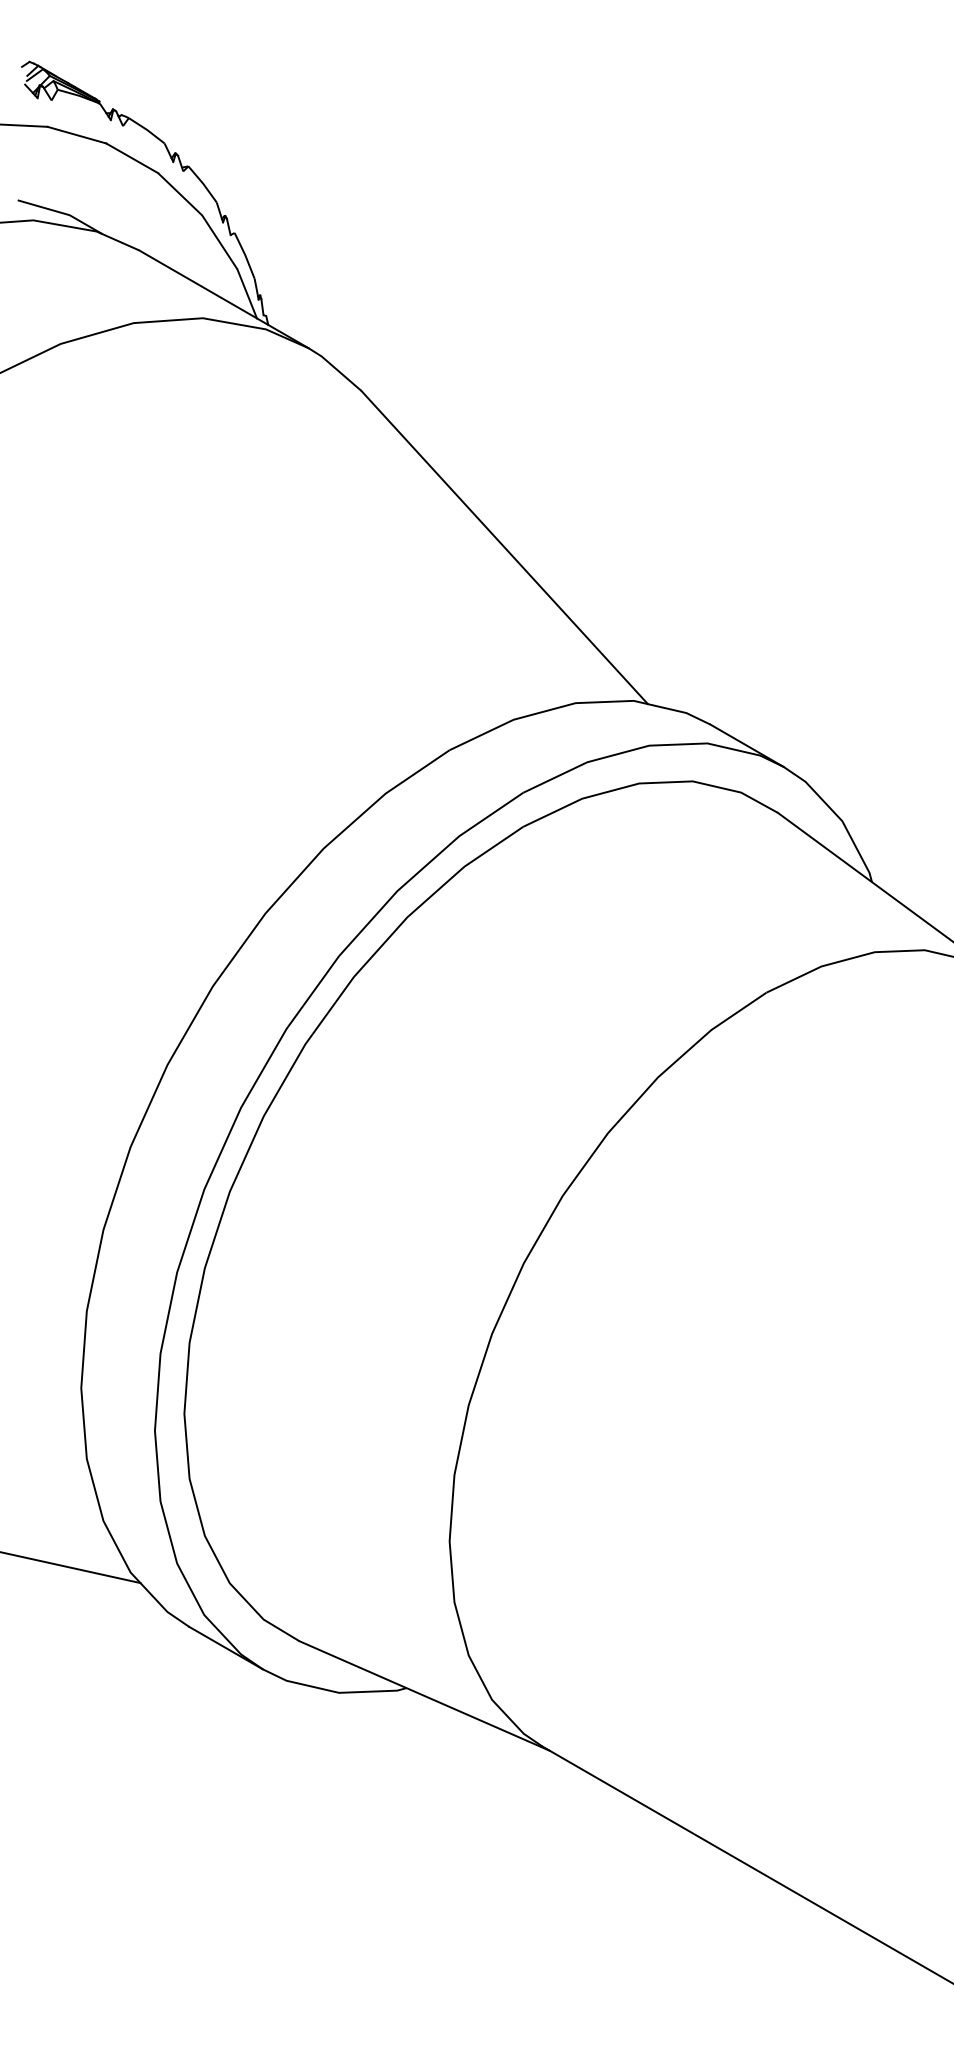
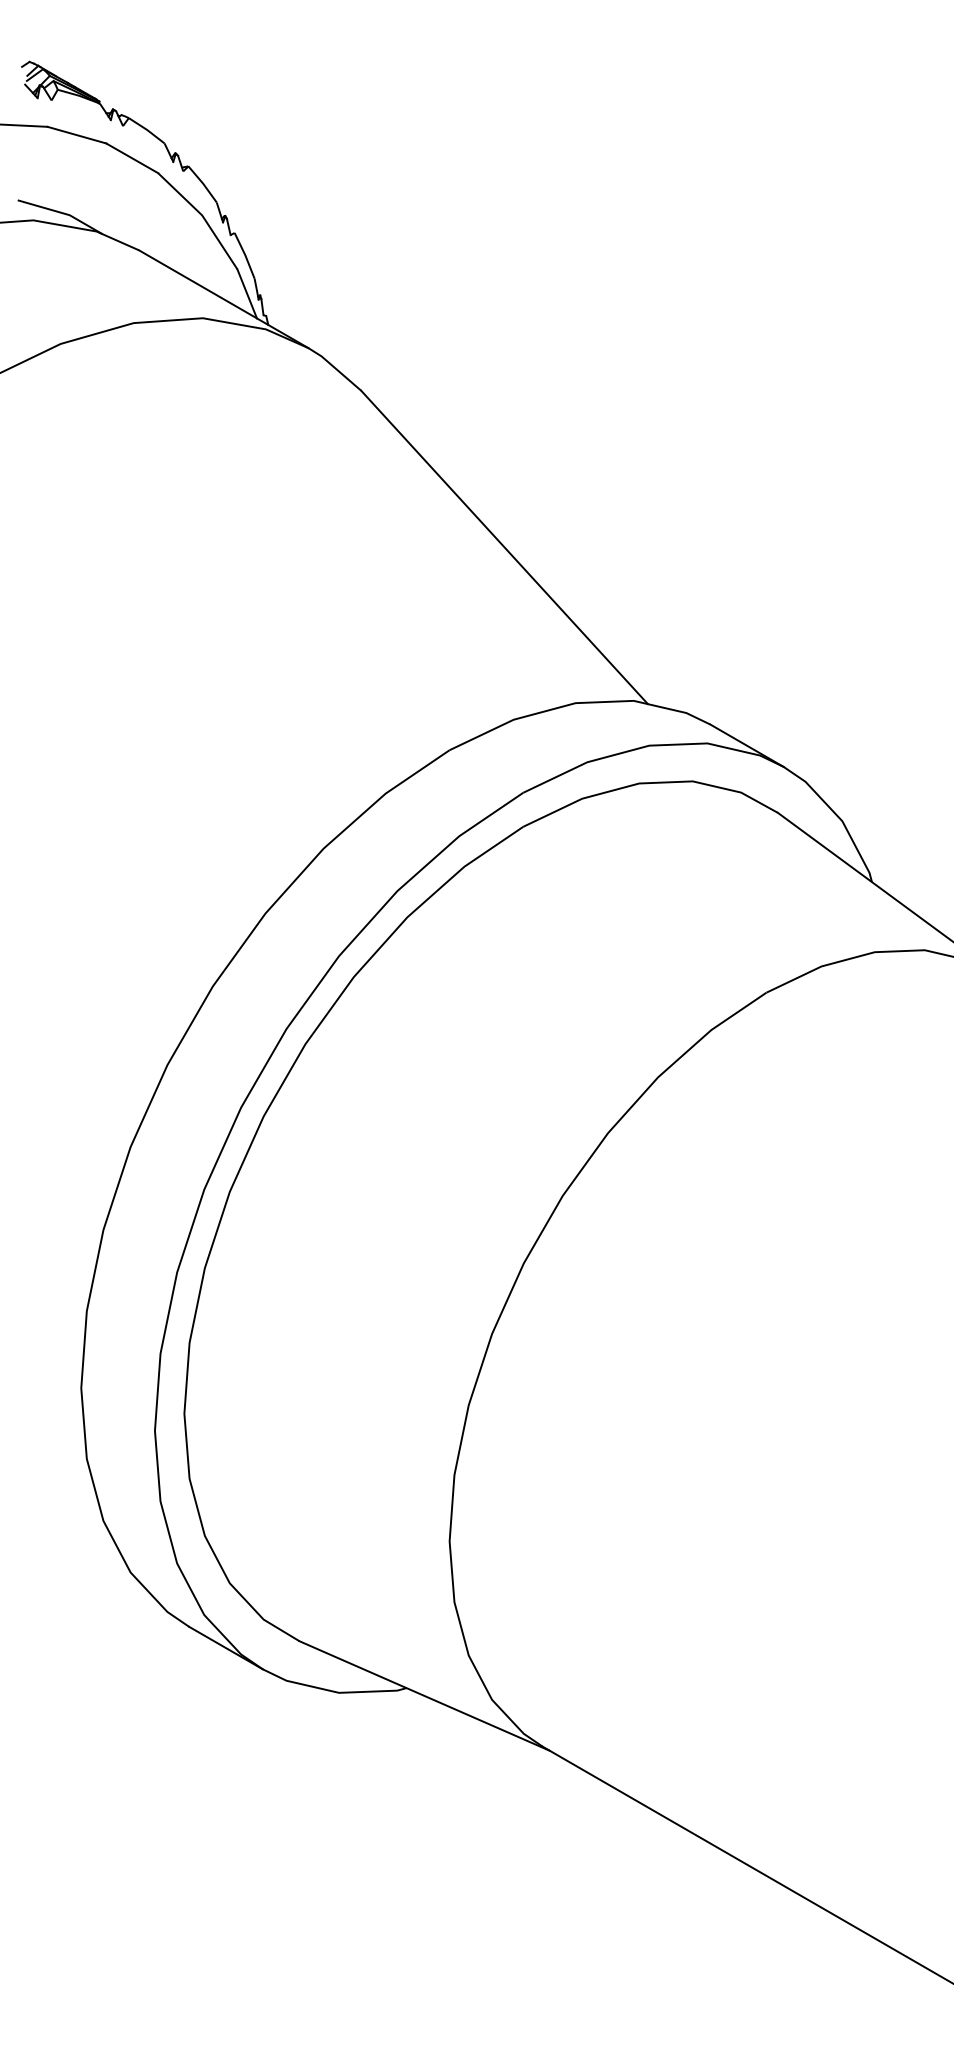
line at (71, 1567): present -> none
